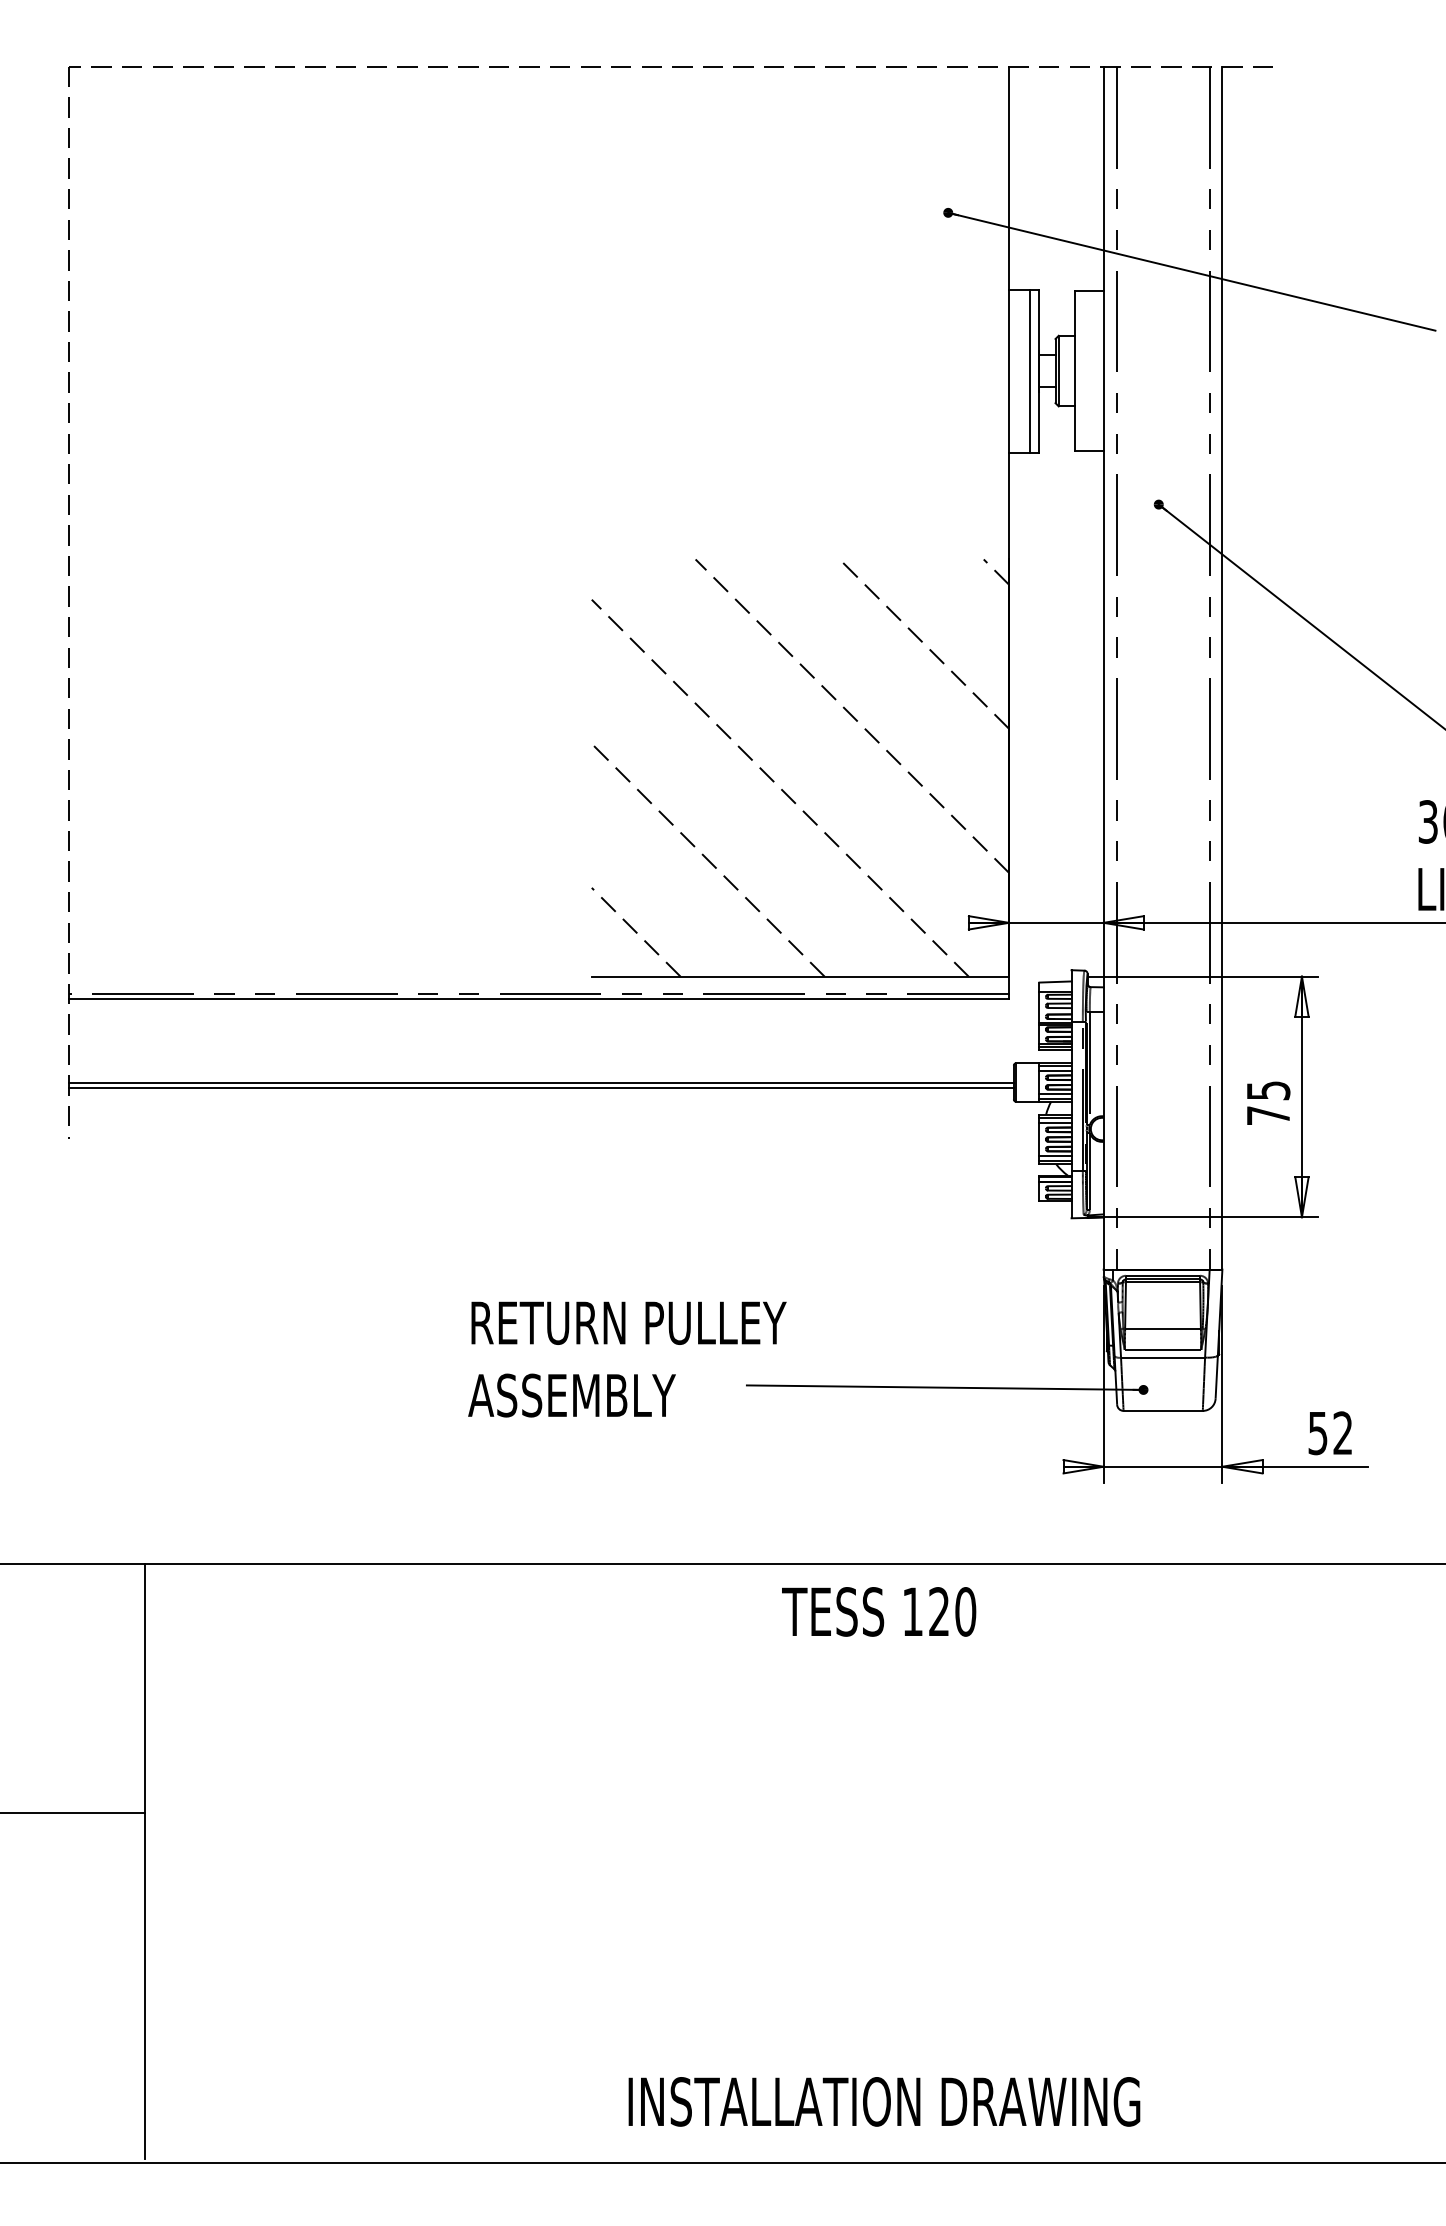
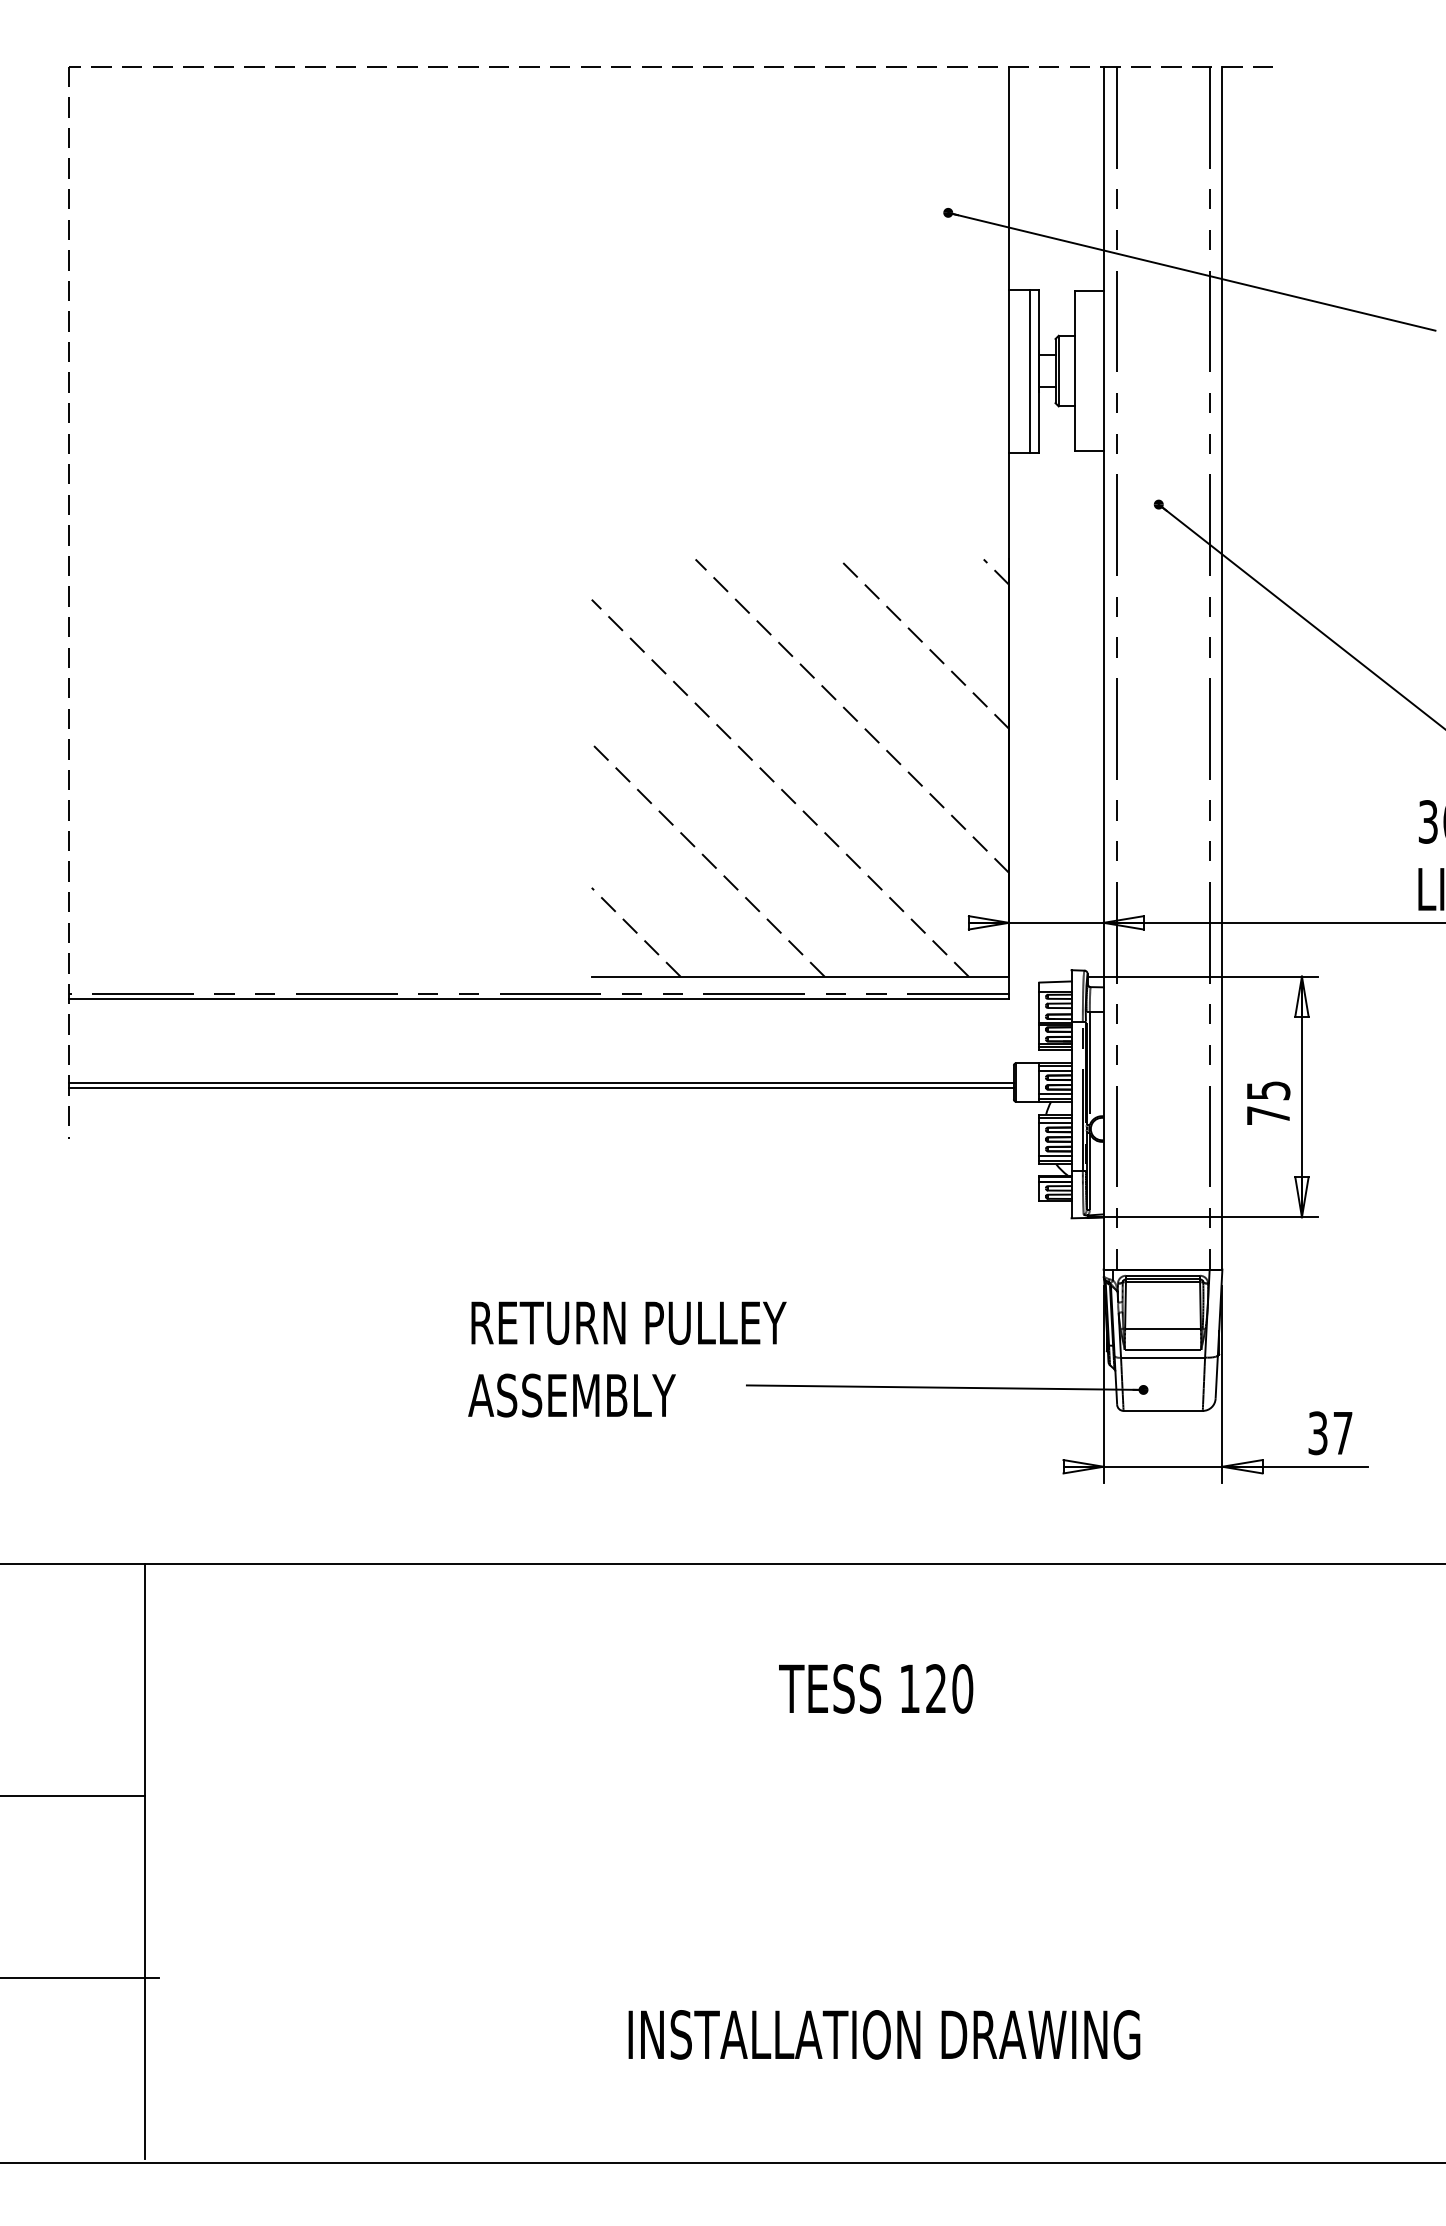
text at (1330, 1432): 52 -> 37
text at (879, 1611) position: (879, 1611) -> (876, 1688)
line at (73, 1813) position: (73, 1813) -> (73, 1796)
line at (80, 1977): none -> present
text at (884, 2101) position: (884, 2101) -> (884, 2034)
